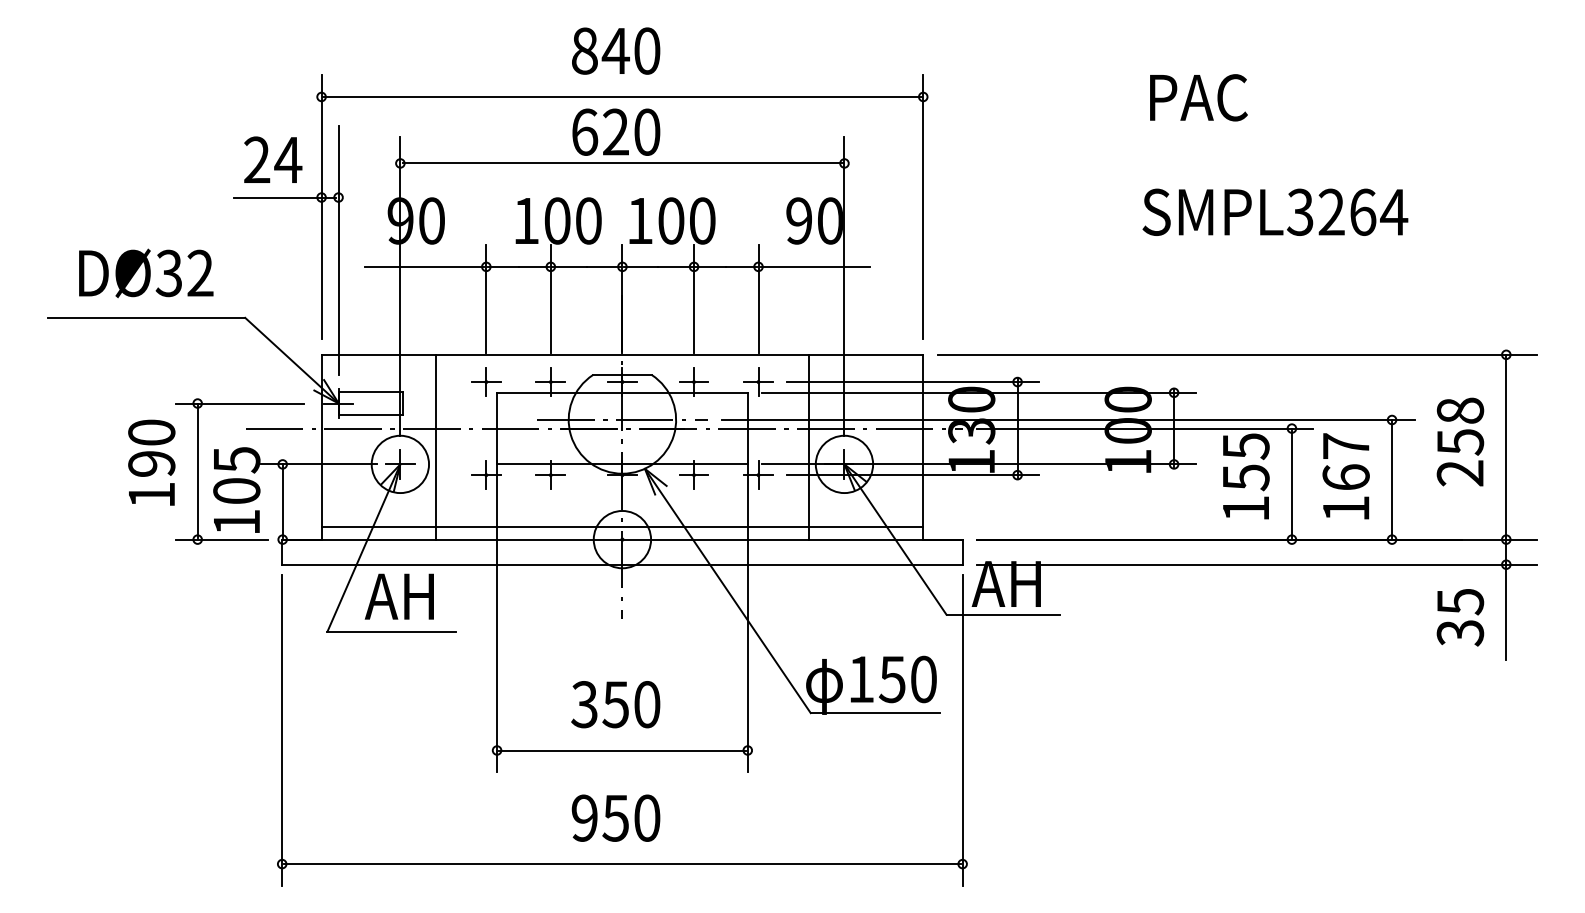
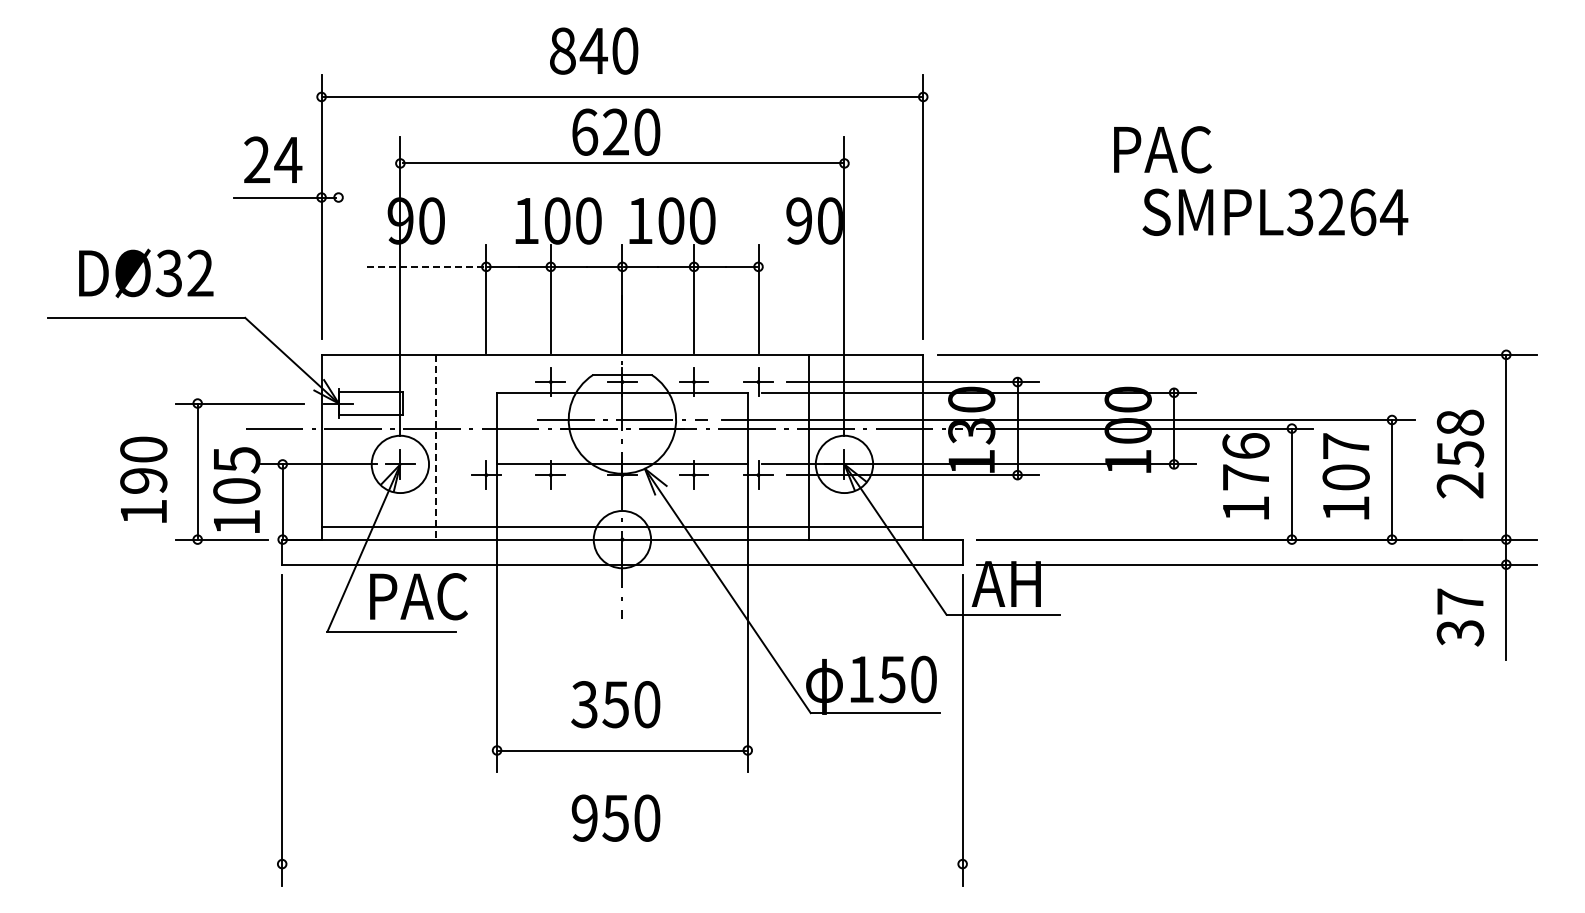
text at (616, 50) position: (616, 50) -> (594, 50)
text at (1198, 97) position: (1198, 97) -> (1162, 149)
line at (338, 249): present -> none
line at (424, 266): solid -> dashed
line at (815, 266): present -> none
part at (486, 381): present -> none
text at (1460, 441) position: (1460, 441) -> (1460, 453)
line at (436, 447): solid -> dashed
text at (151, 462) position: (151, 462) -> (143, 479)
text at (1245, 462): 155 -> 176
text at (1345, 477): 167 -> 107
text at (415, 596): AH -> PAC
text at (1460, 601): 35 -> 37
line at (622, 864): present -> none
